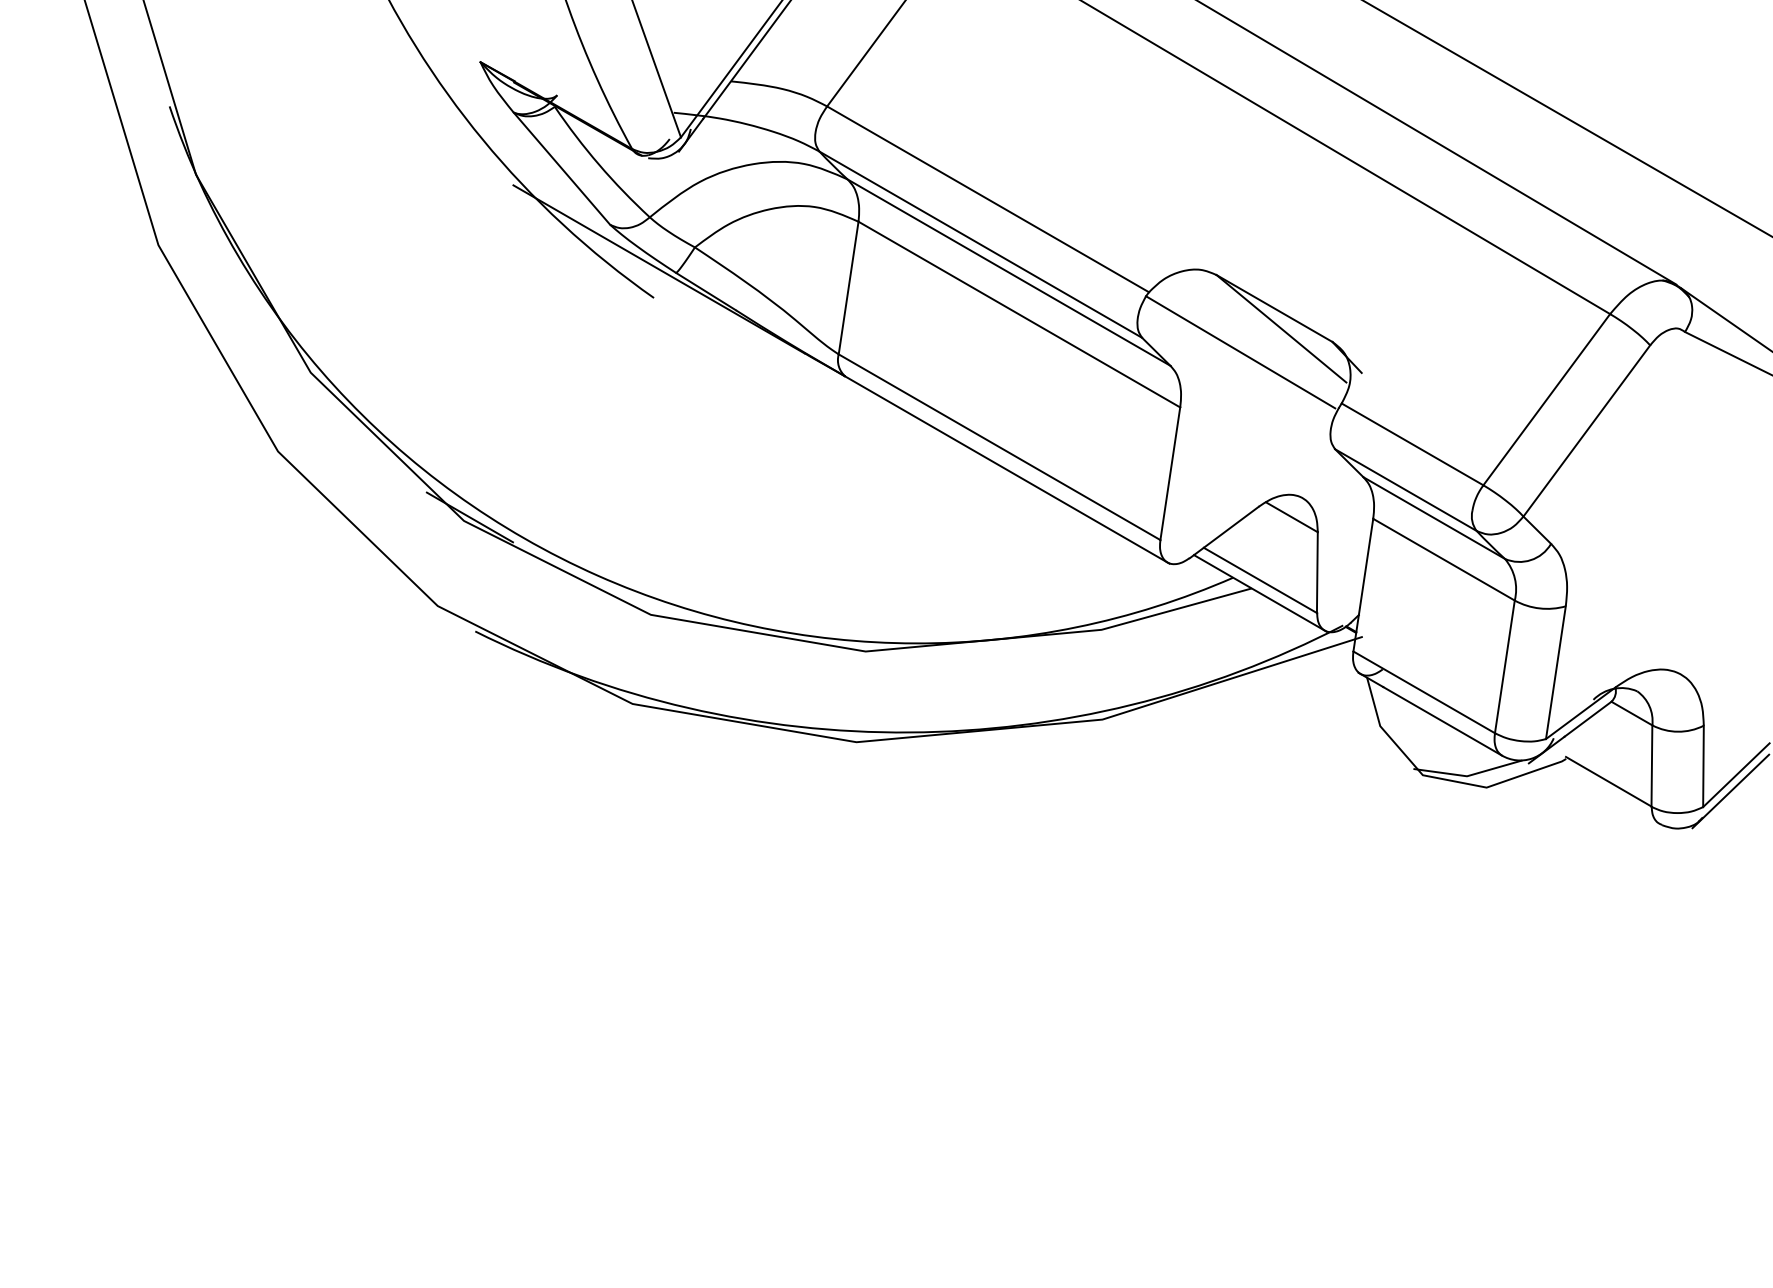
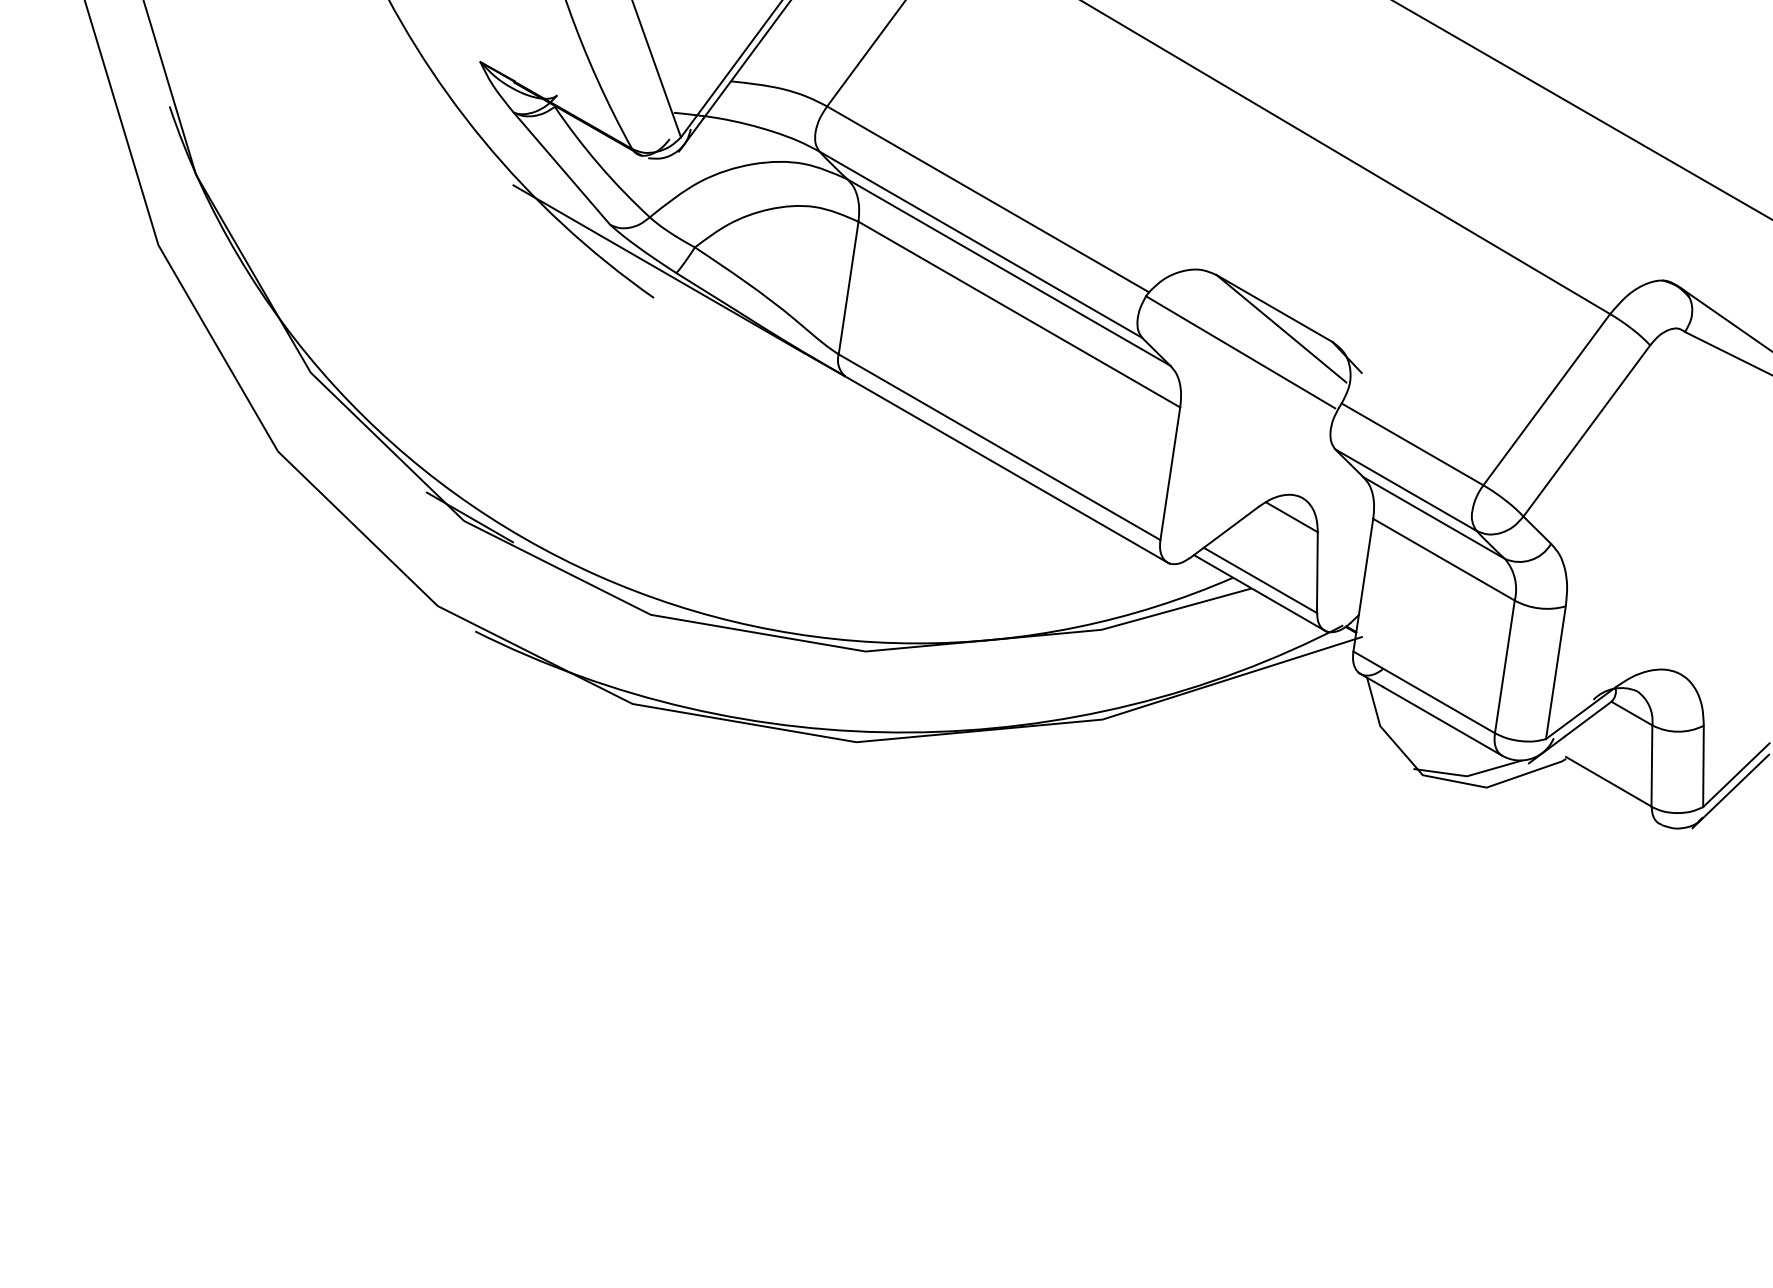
line at (1567, 118) position: (1567, 118) -> (1582, 110)
line at (1437, 143): present -> none
